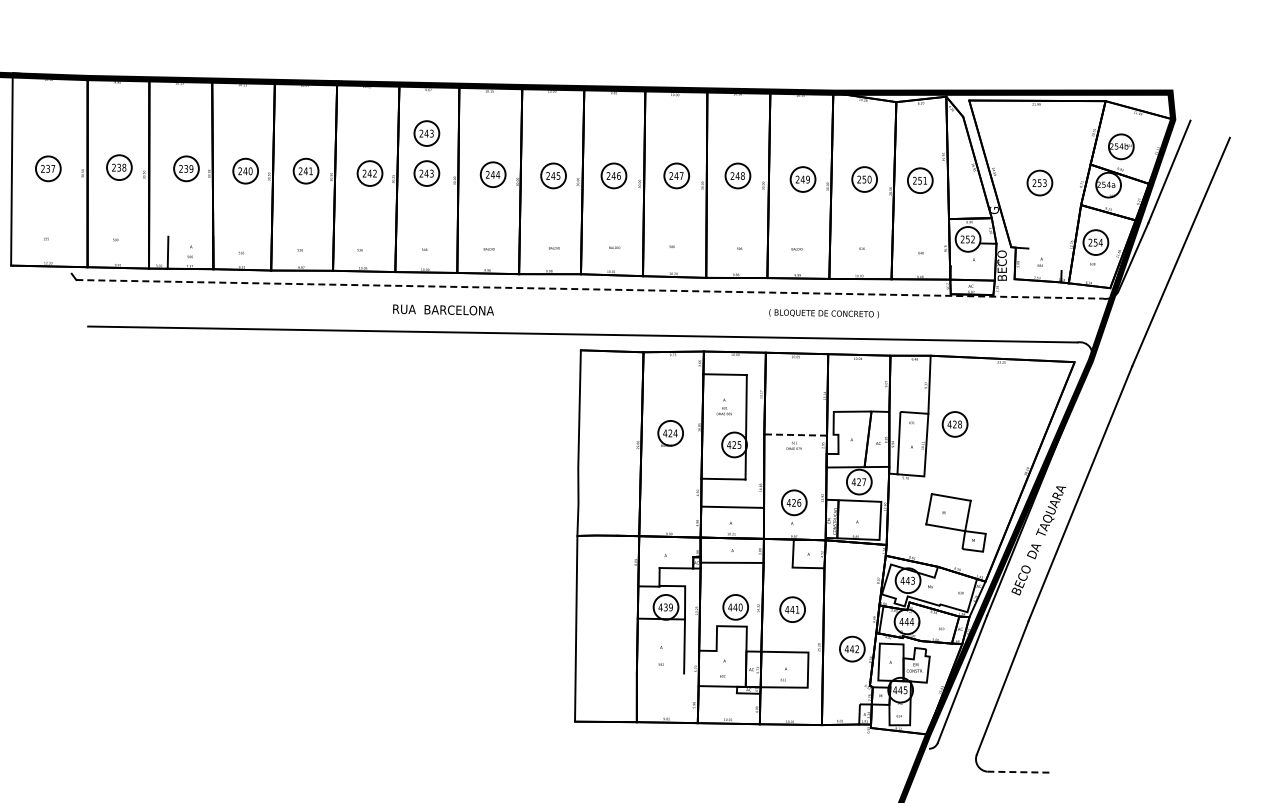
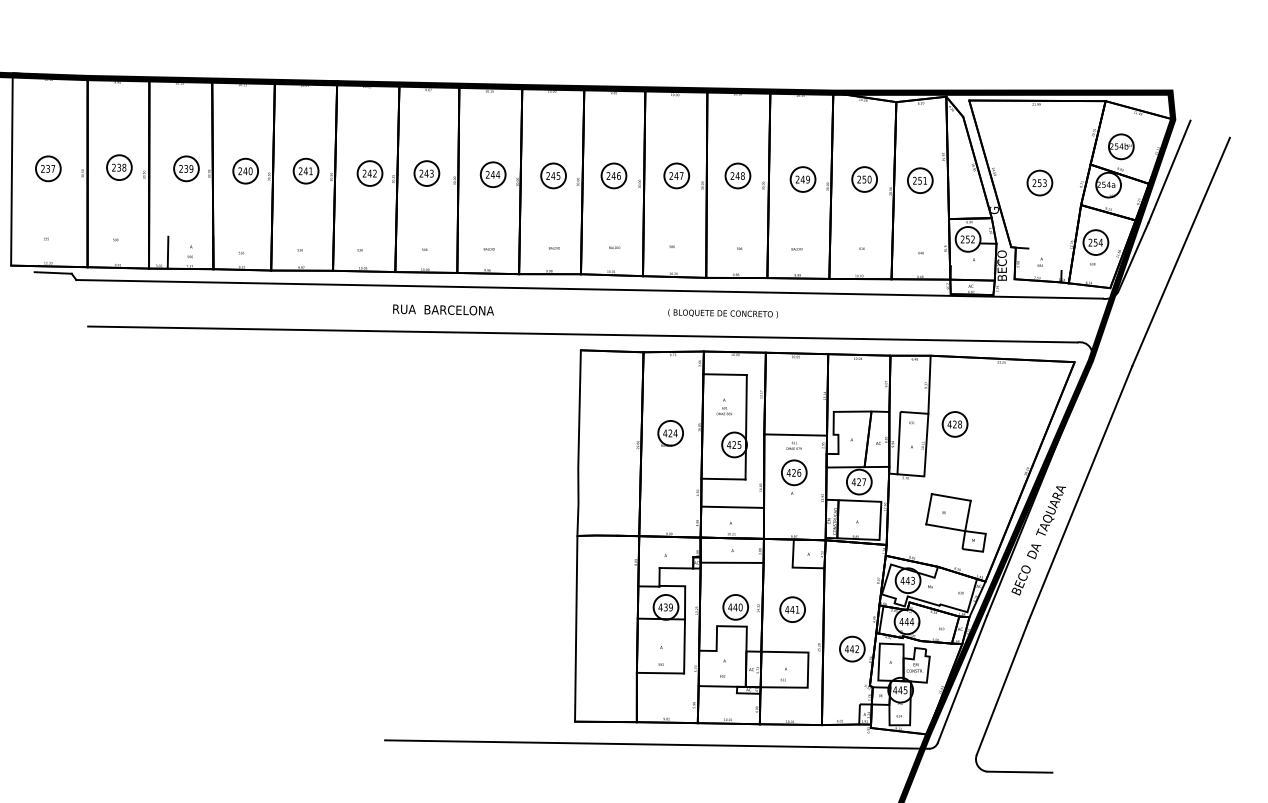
part at (426, 133): present -> none
line at (52, 272): none -> present
line at (590, 289): dashed -> solid
text at (823, 313) position: (823, 313) -> (722, 313)
line at (795, 435): dashed -> solid
part at (794, 506) position: (794, 506) -> (794, 476)
line at (660, 672): none -> present
line at (657, 744): none -> present
line at (1019, 772): dashed -> solid
